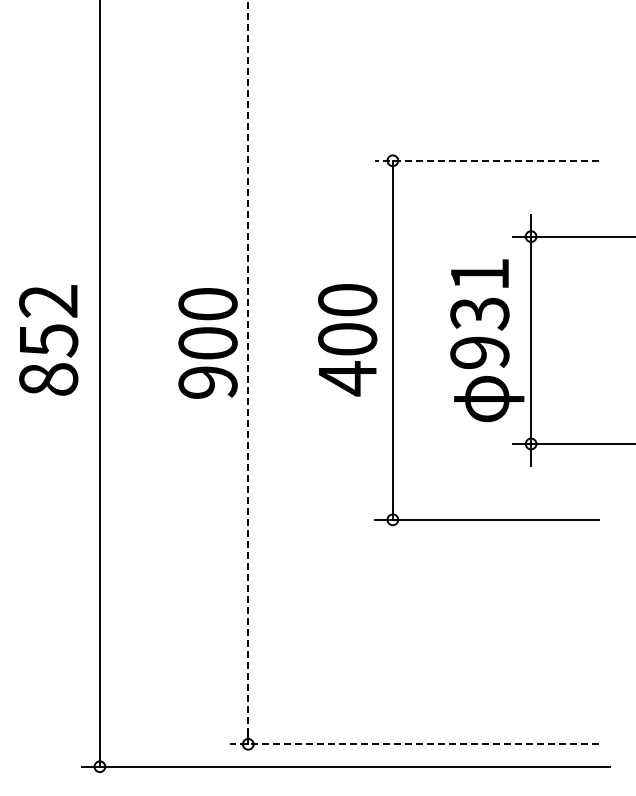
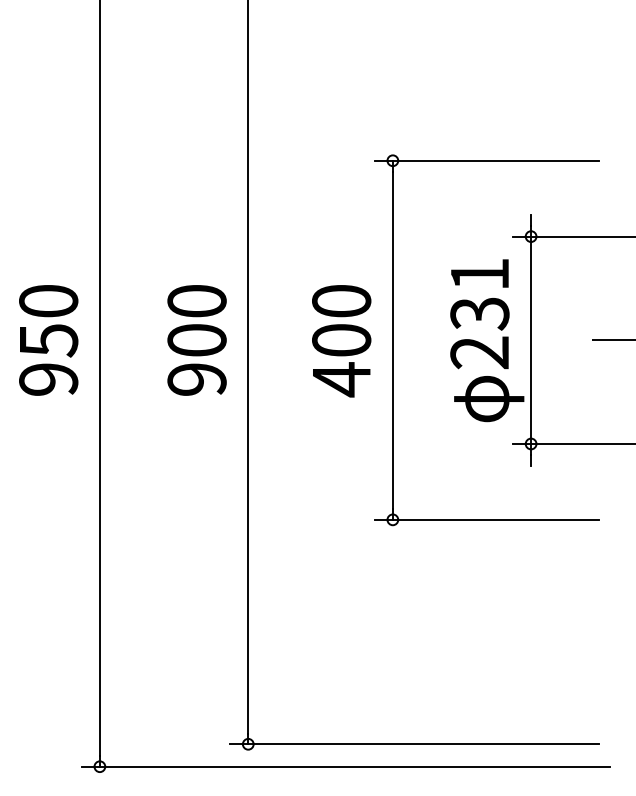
line at (486, 160): dashed -> solid
text at (48, 340): 852 -> 950
text at (347, 340) position: (347, 340) -> (341, 341)
line at (611, 340): none -> present
text at (207, 343) position: (207, 343) -> (196, 340)
text at (479, 352): 931 -> 231
line at (248, 366): dashed -> solid
line at (414, 744): dashed -> solid
